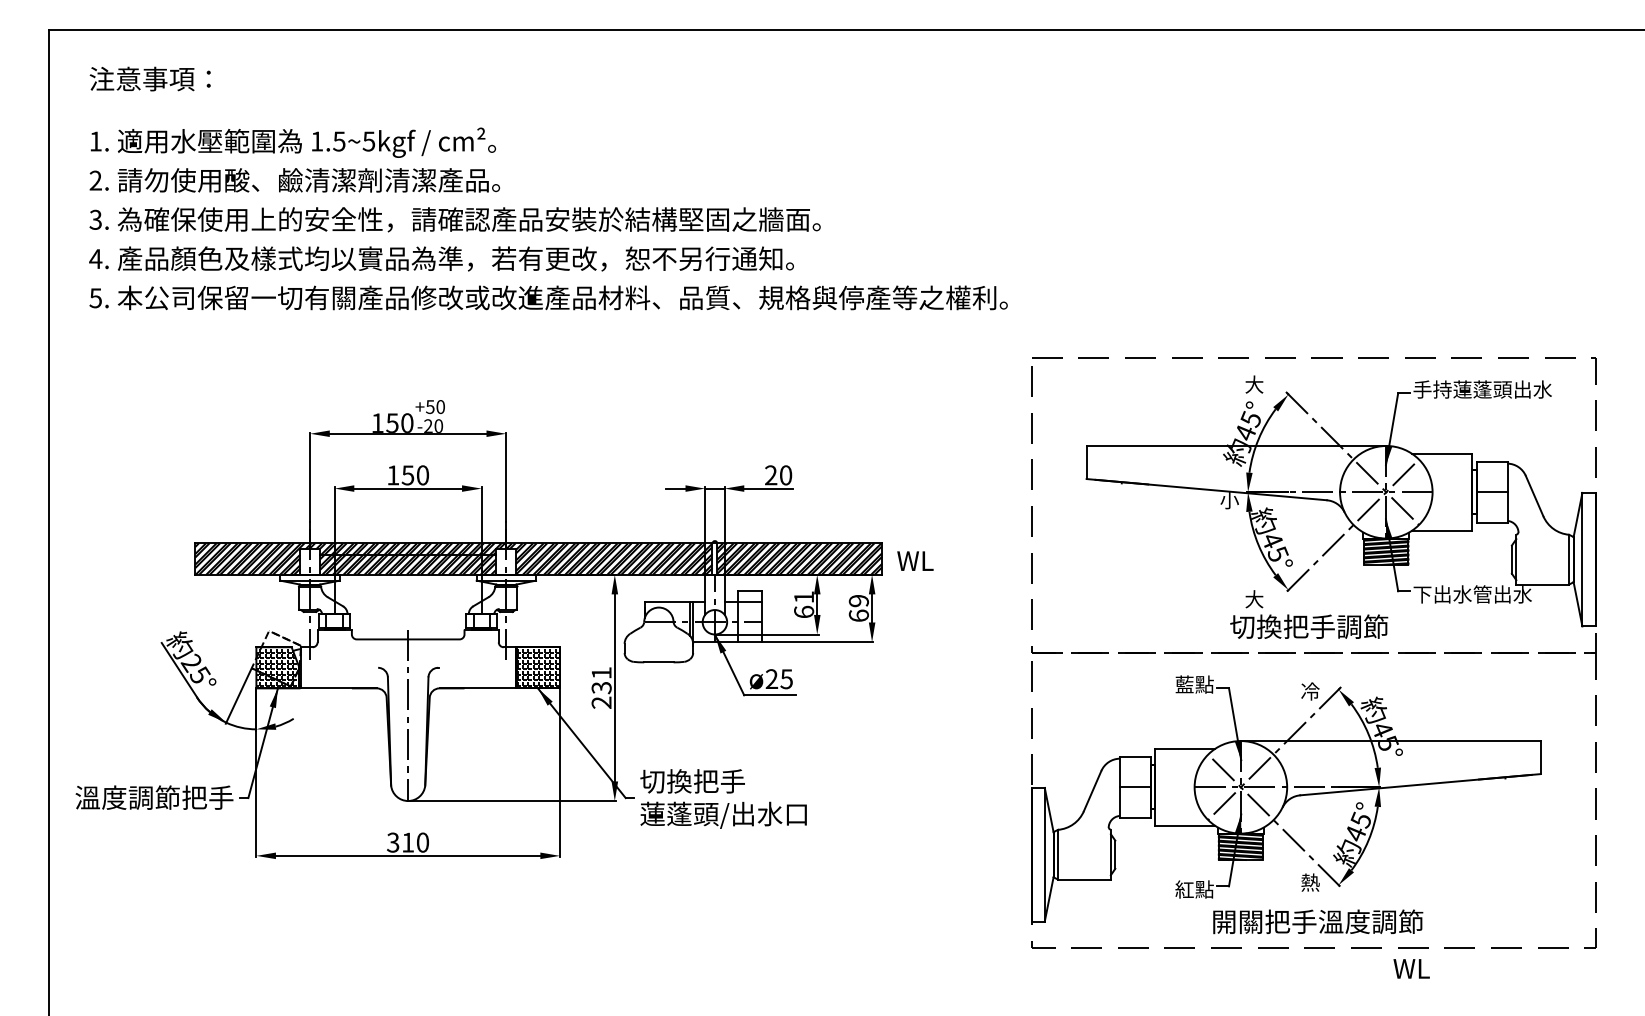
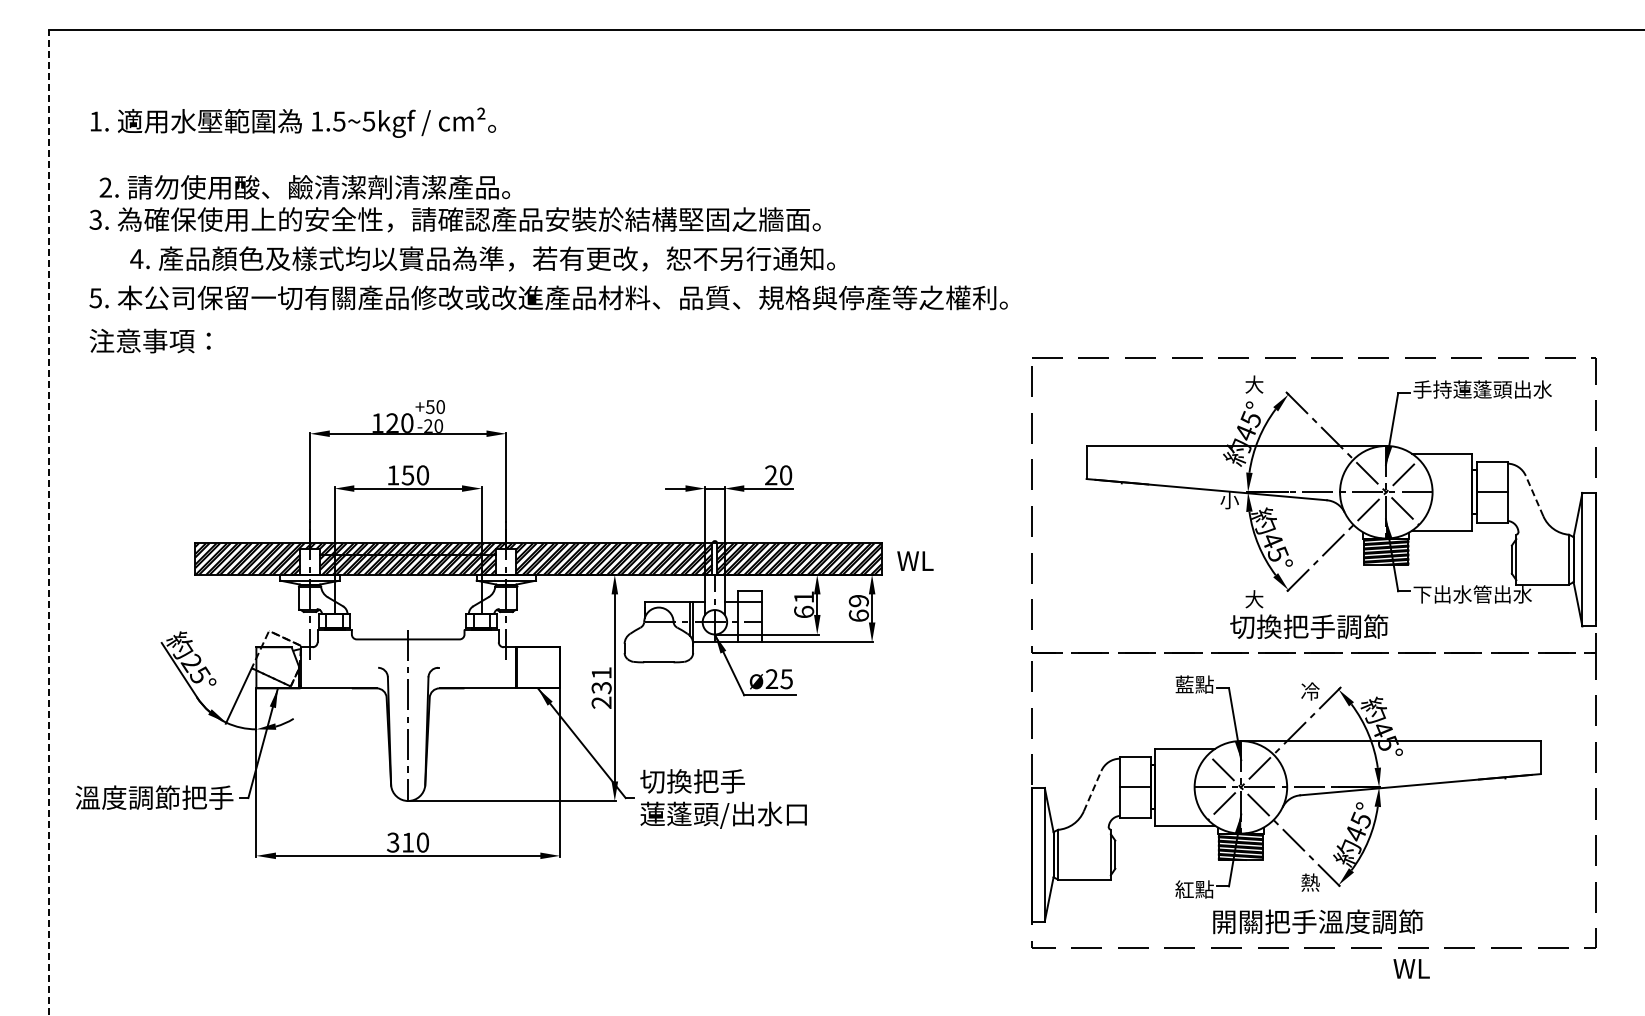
text at (149, 78) position: (149, 78) -> (149, 340)
text at (292, 142) position: (292, 142) -> (292, 122)
text at (294, 180) position: (294, 180) -> (304, 187)
text at (441, 258) position: (441, 258) -> (482, 258)
text at (392, 422): 150 -> 120
line at (1534, 496): solid -> dashed
line at (49, 522): solid -> dashed
hatch at (277, 667): present -> none
hatch at (538, 667): present -> none
line at (1092, 791): solid -> dashed
